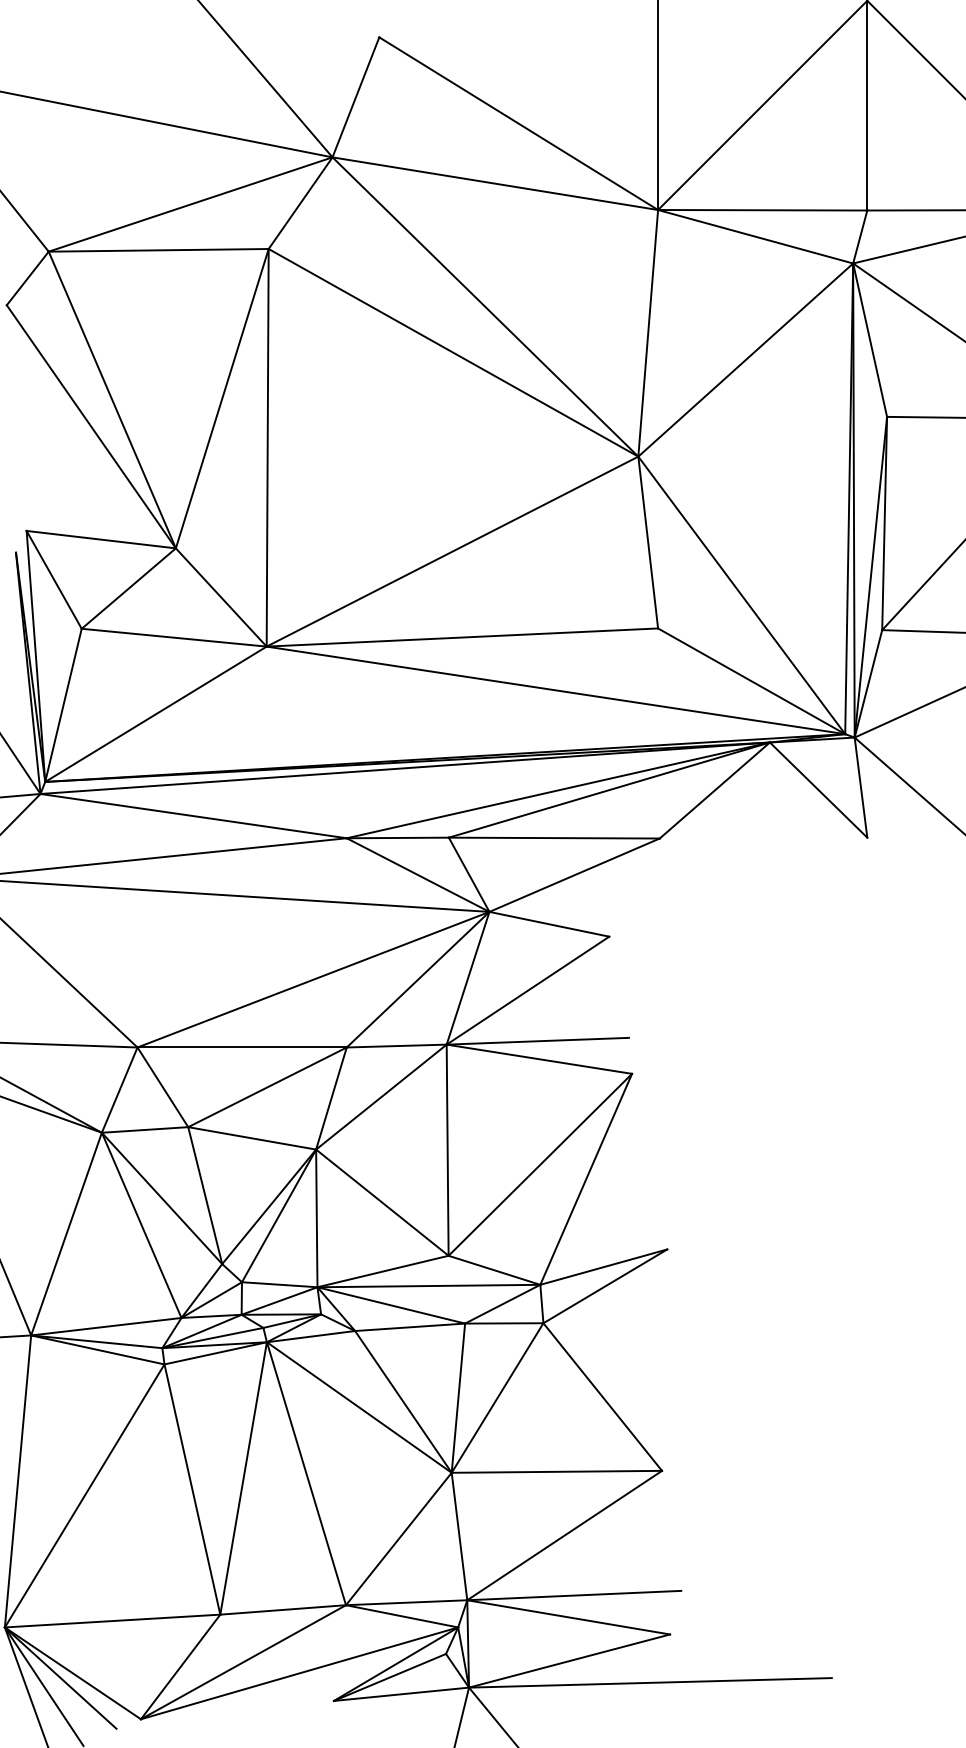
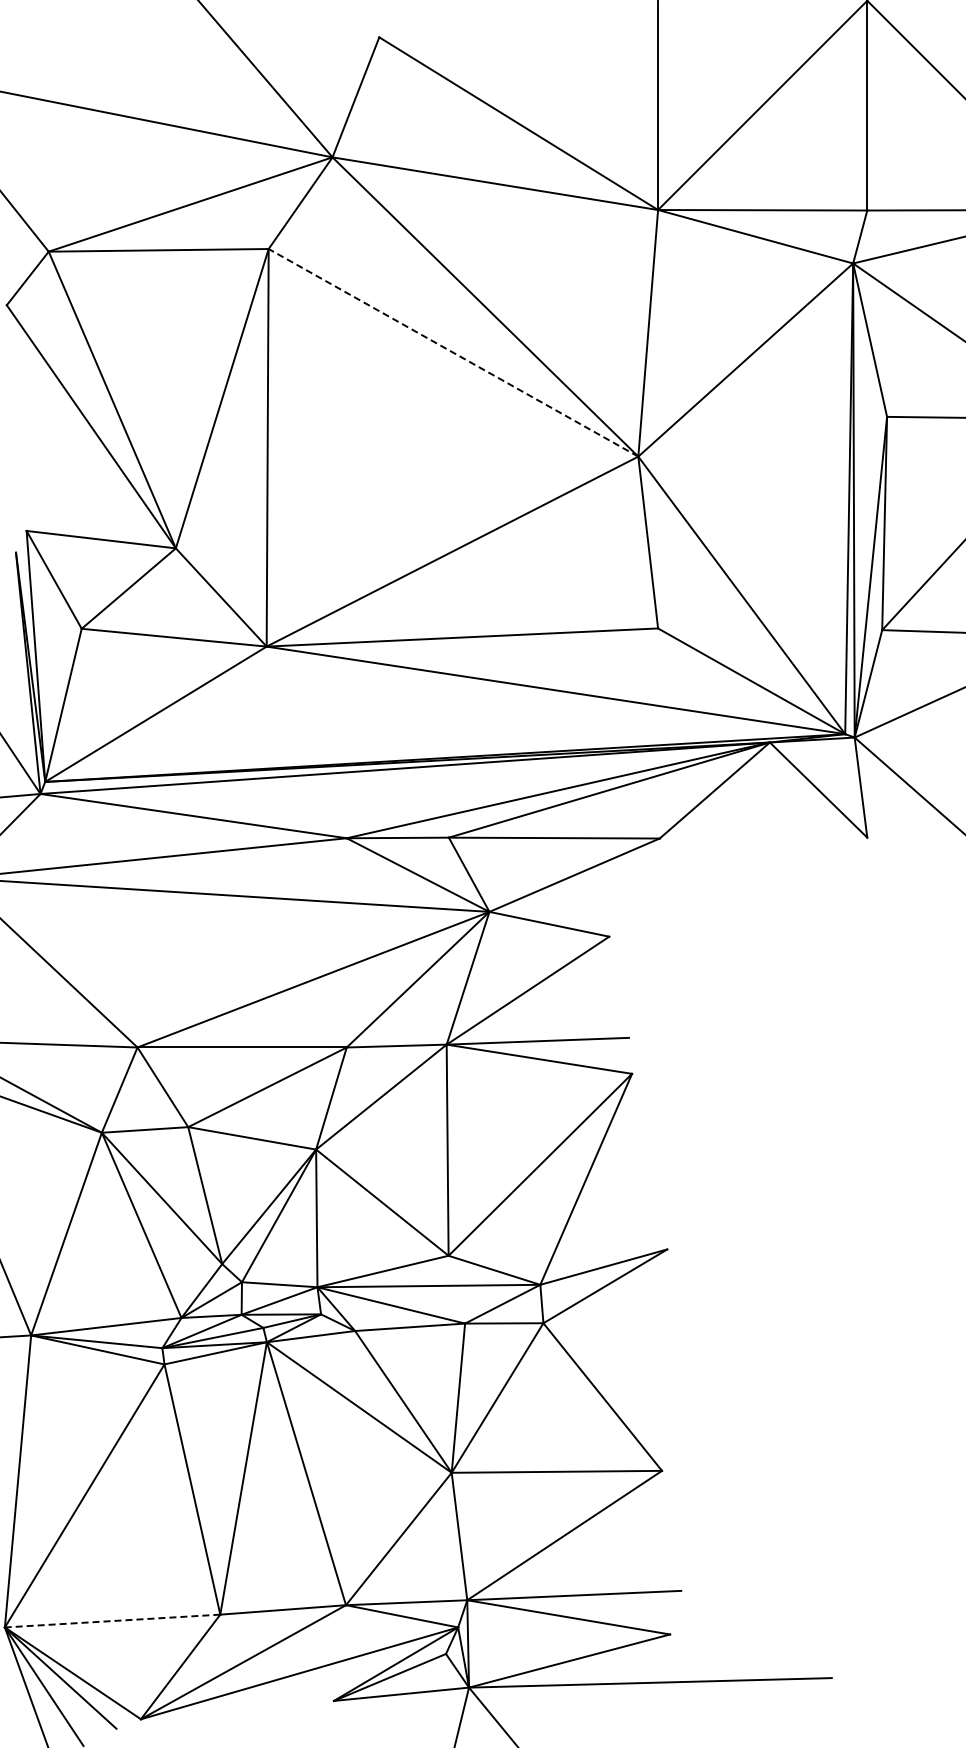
line at (453, 352): solid -> dashed
line at (112, 1621): solid -> dashed
